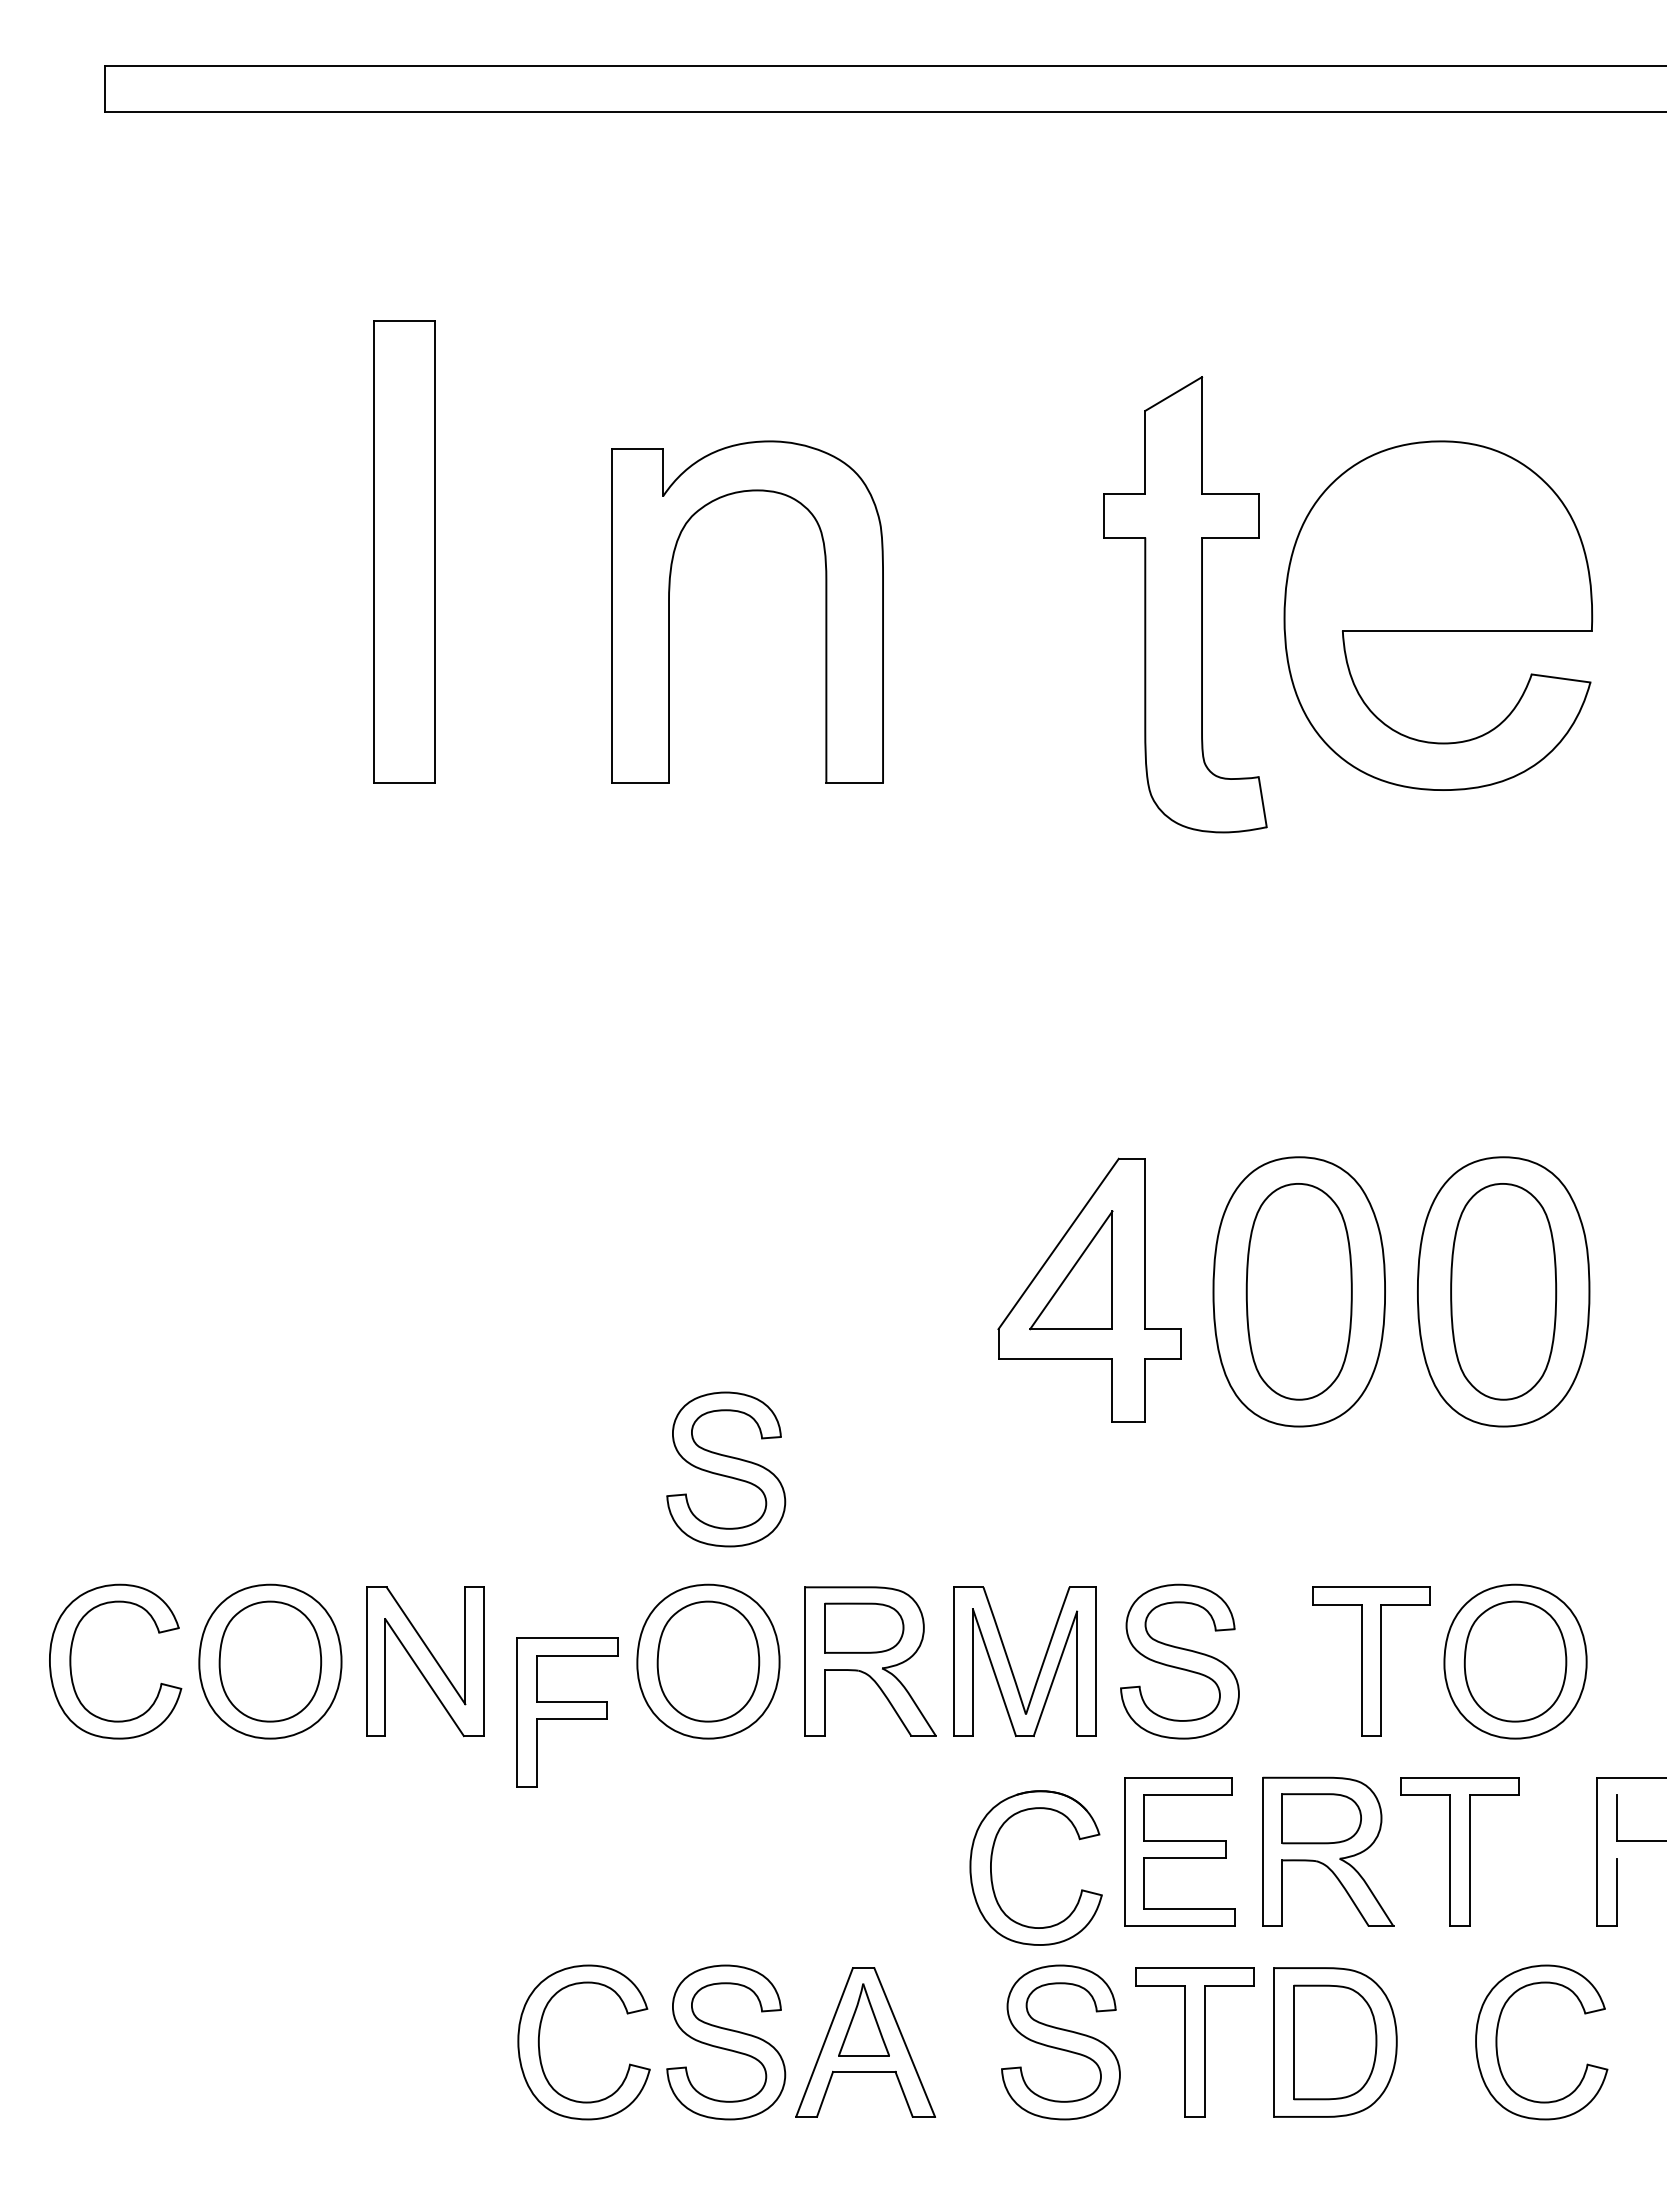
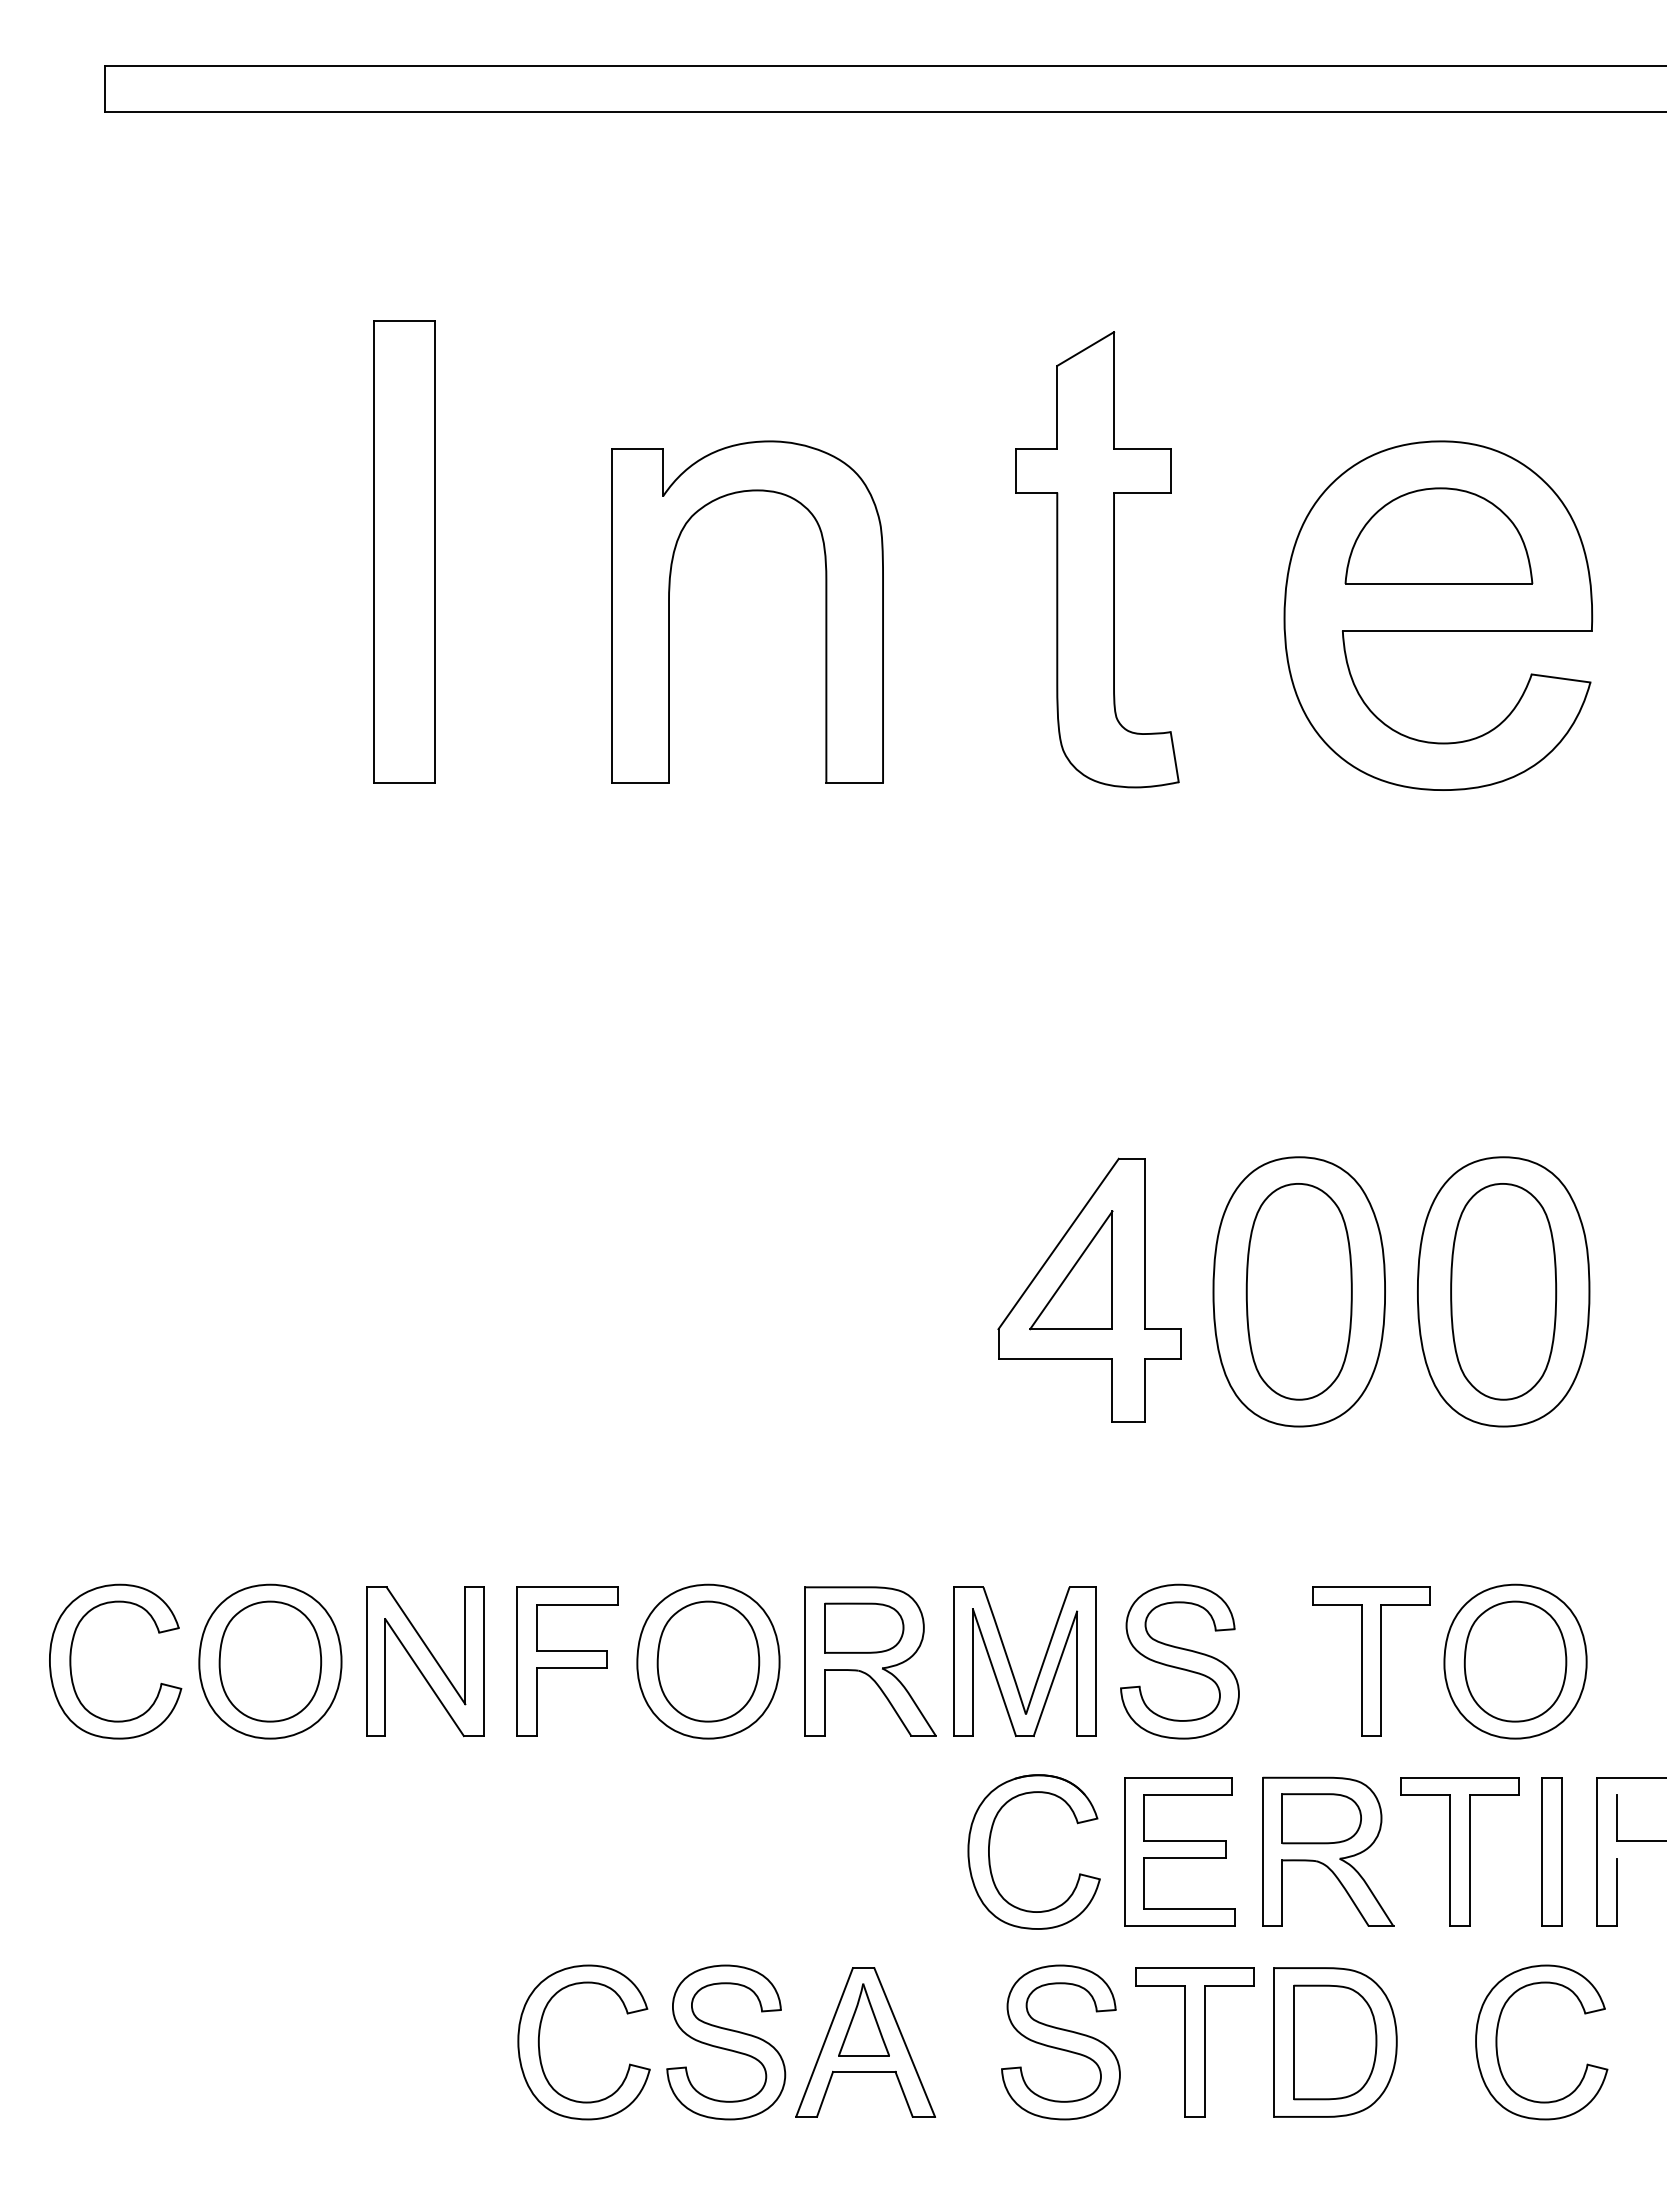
part at (1438, 535): none -> present
part at (1185, 604) position: (1185, 604) -> (1097, 559)
part at (726, 1469): present -> none
part at (567, 1712) position: (567, 1712) -> (567, 1661)
part at (1551, 1851): none -> present
part at (992, 1860) position: (992, 1860) -> (990, 1844)
